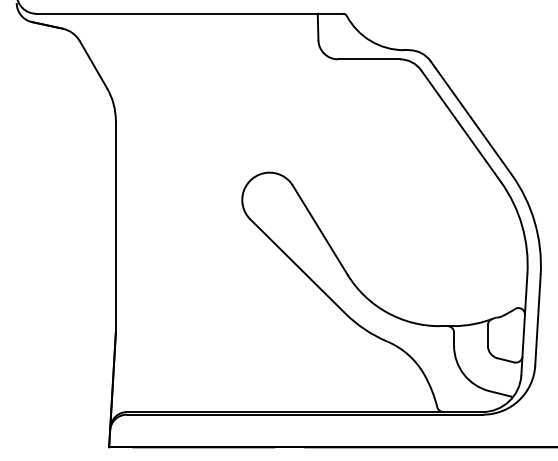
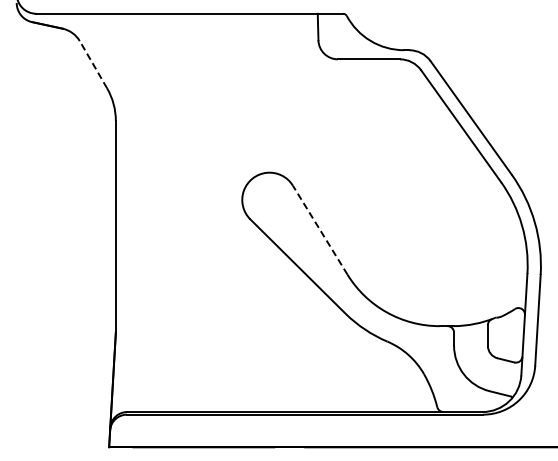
line at (93, 64): solid -> dashed
line at (319, 229): solid -> dashed
